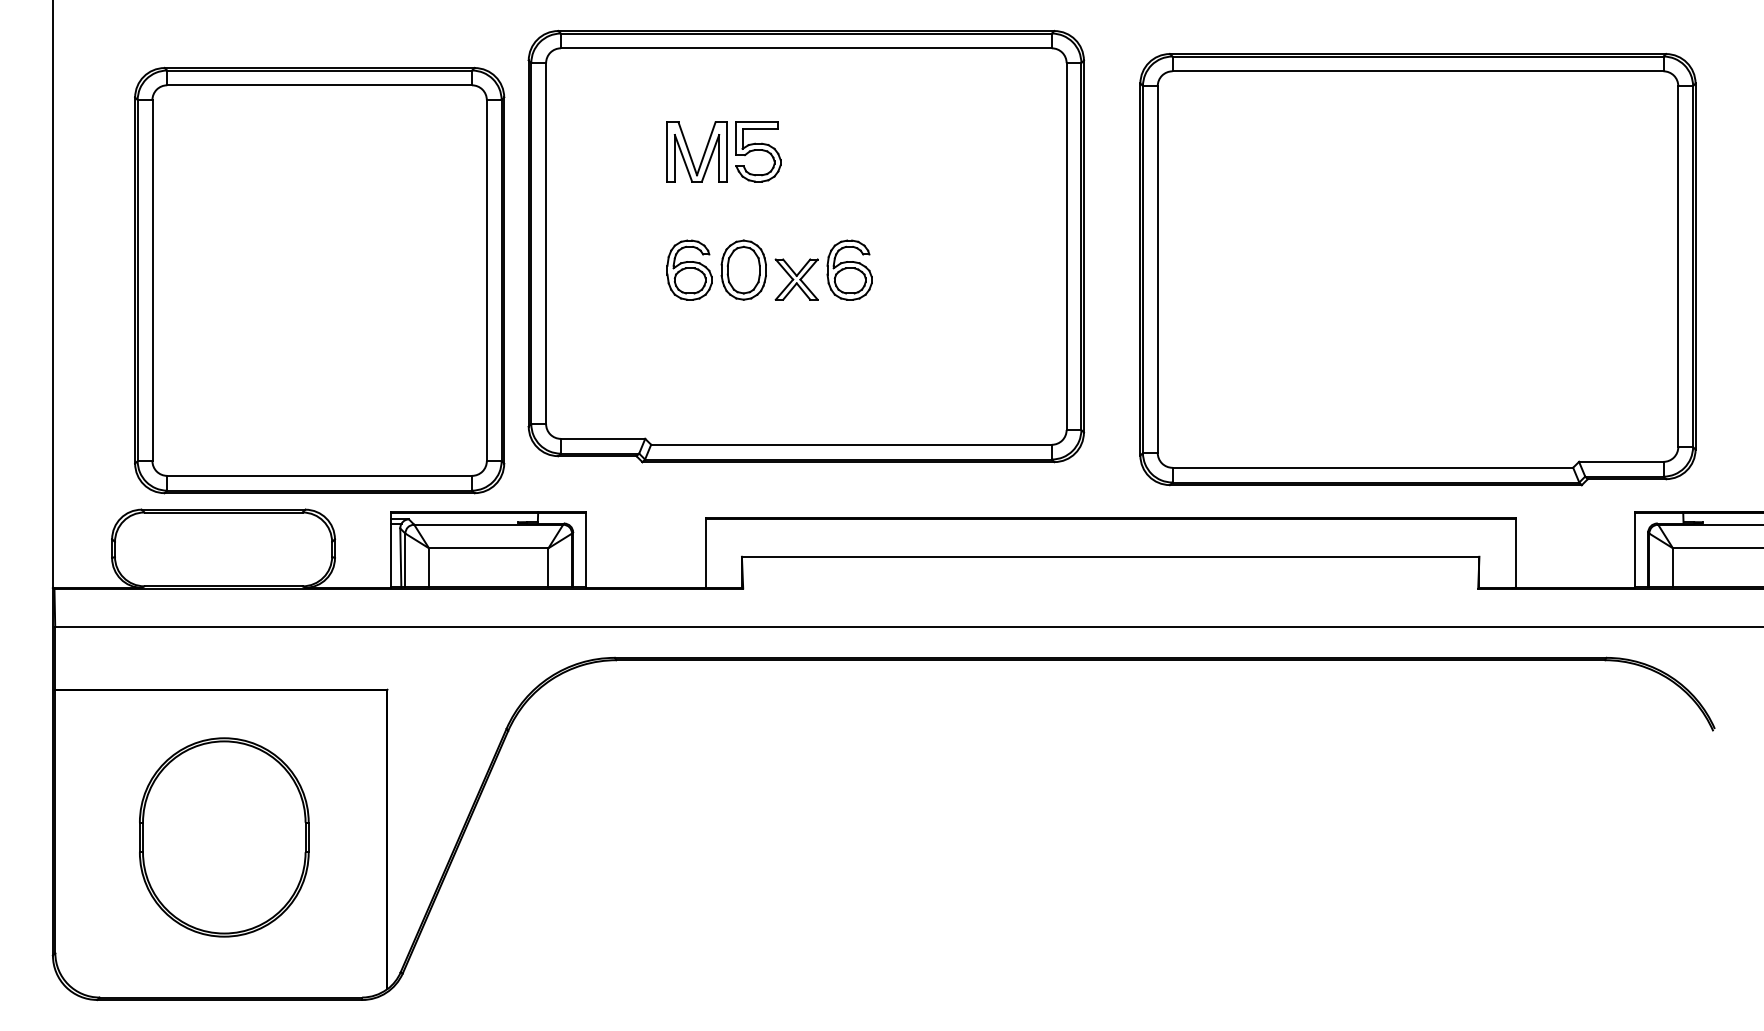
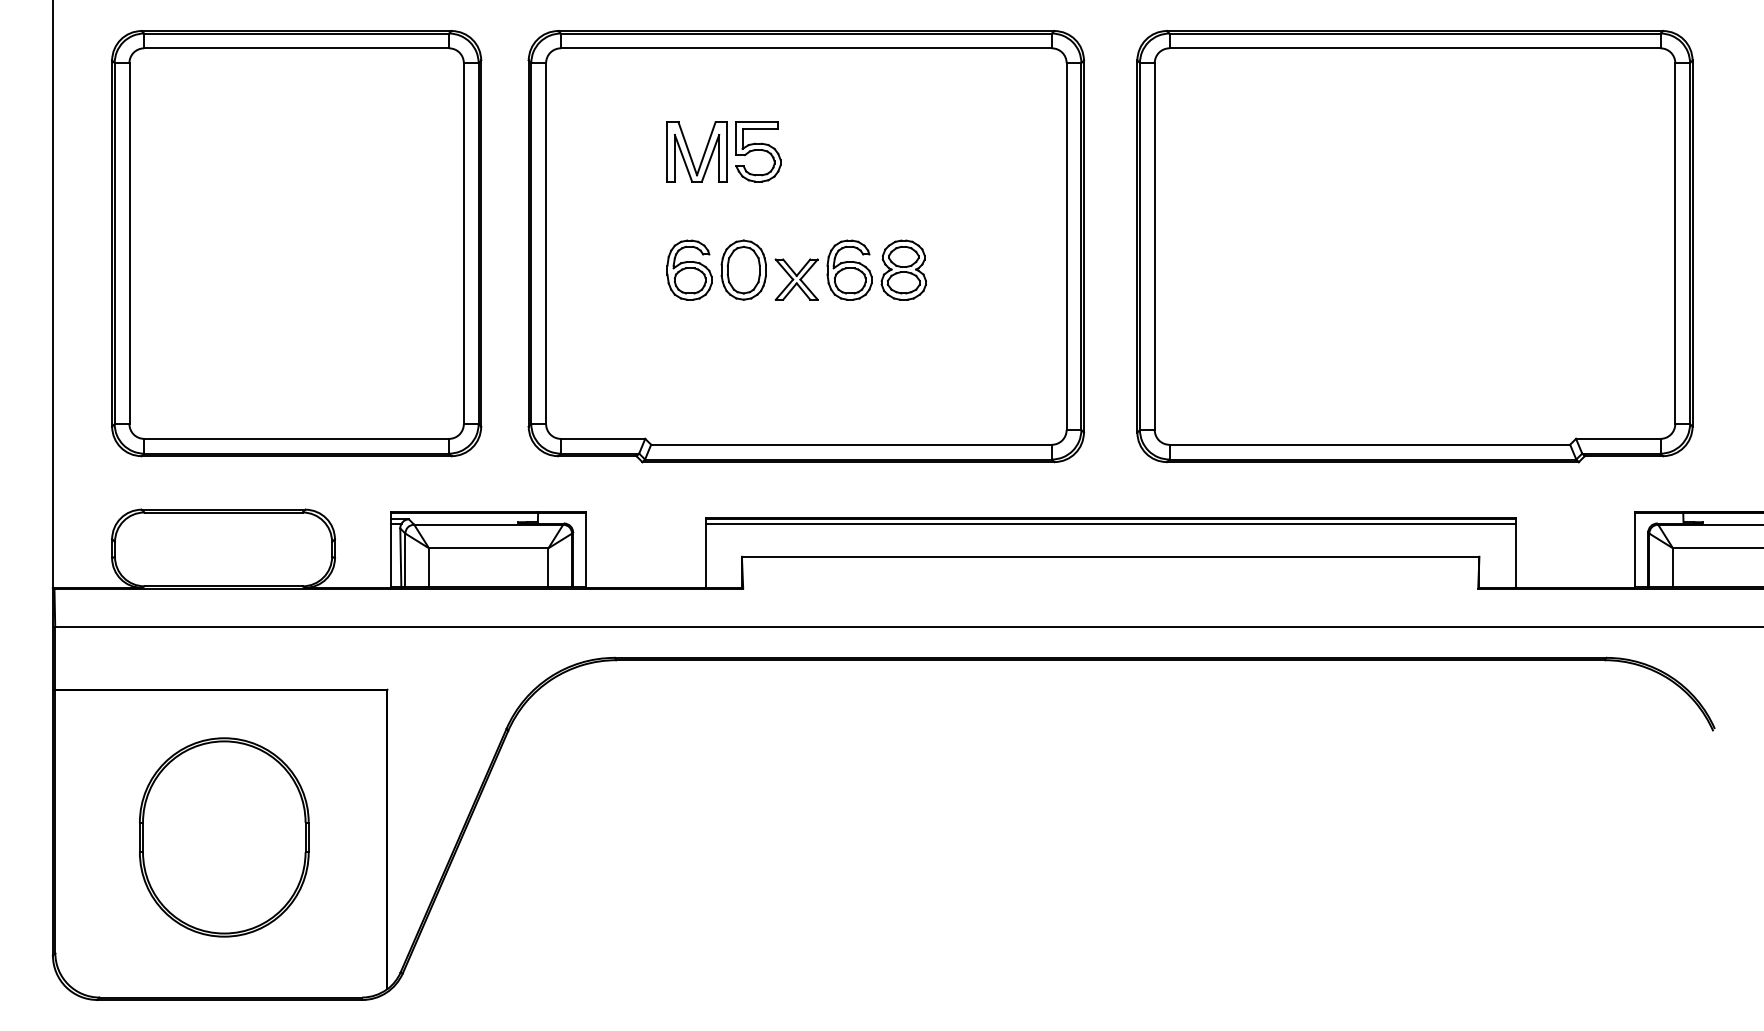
part at (903, 269): none -> present
part at (1417, 269) position: (1417, 269) -> (1414, 246)
part at (319, 280) position: (319, 280) -> (296, 243)
line at (1110, 523): none -> present
